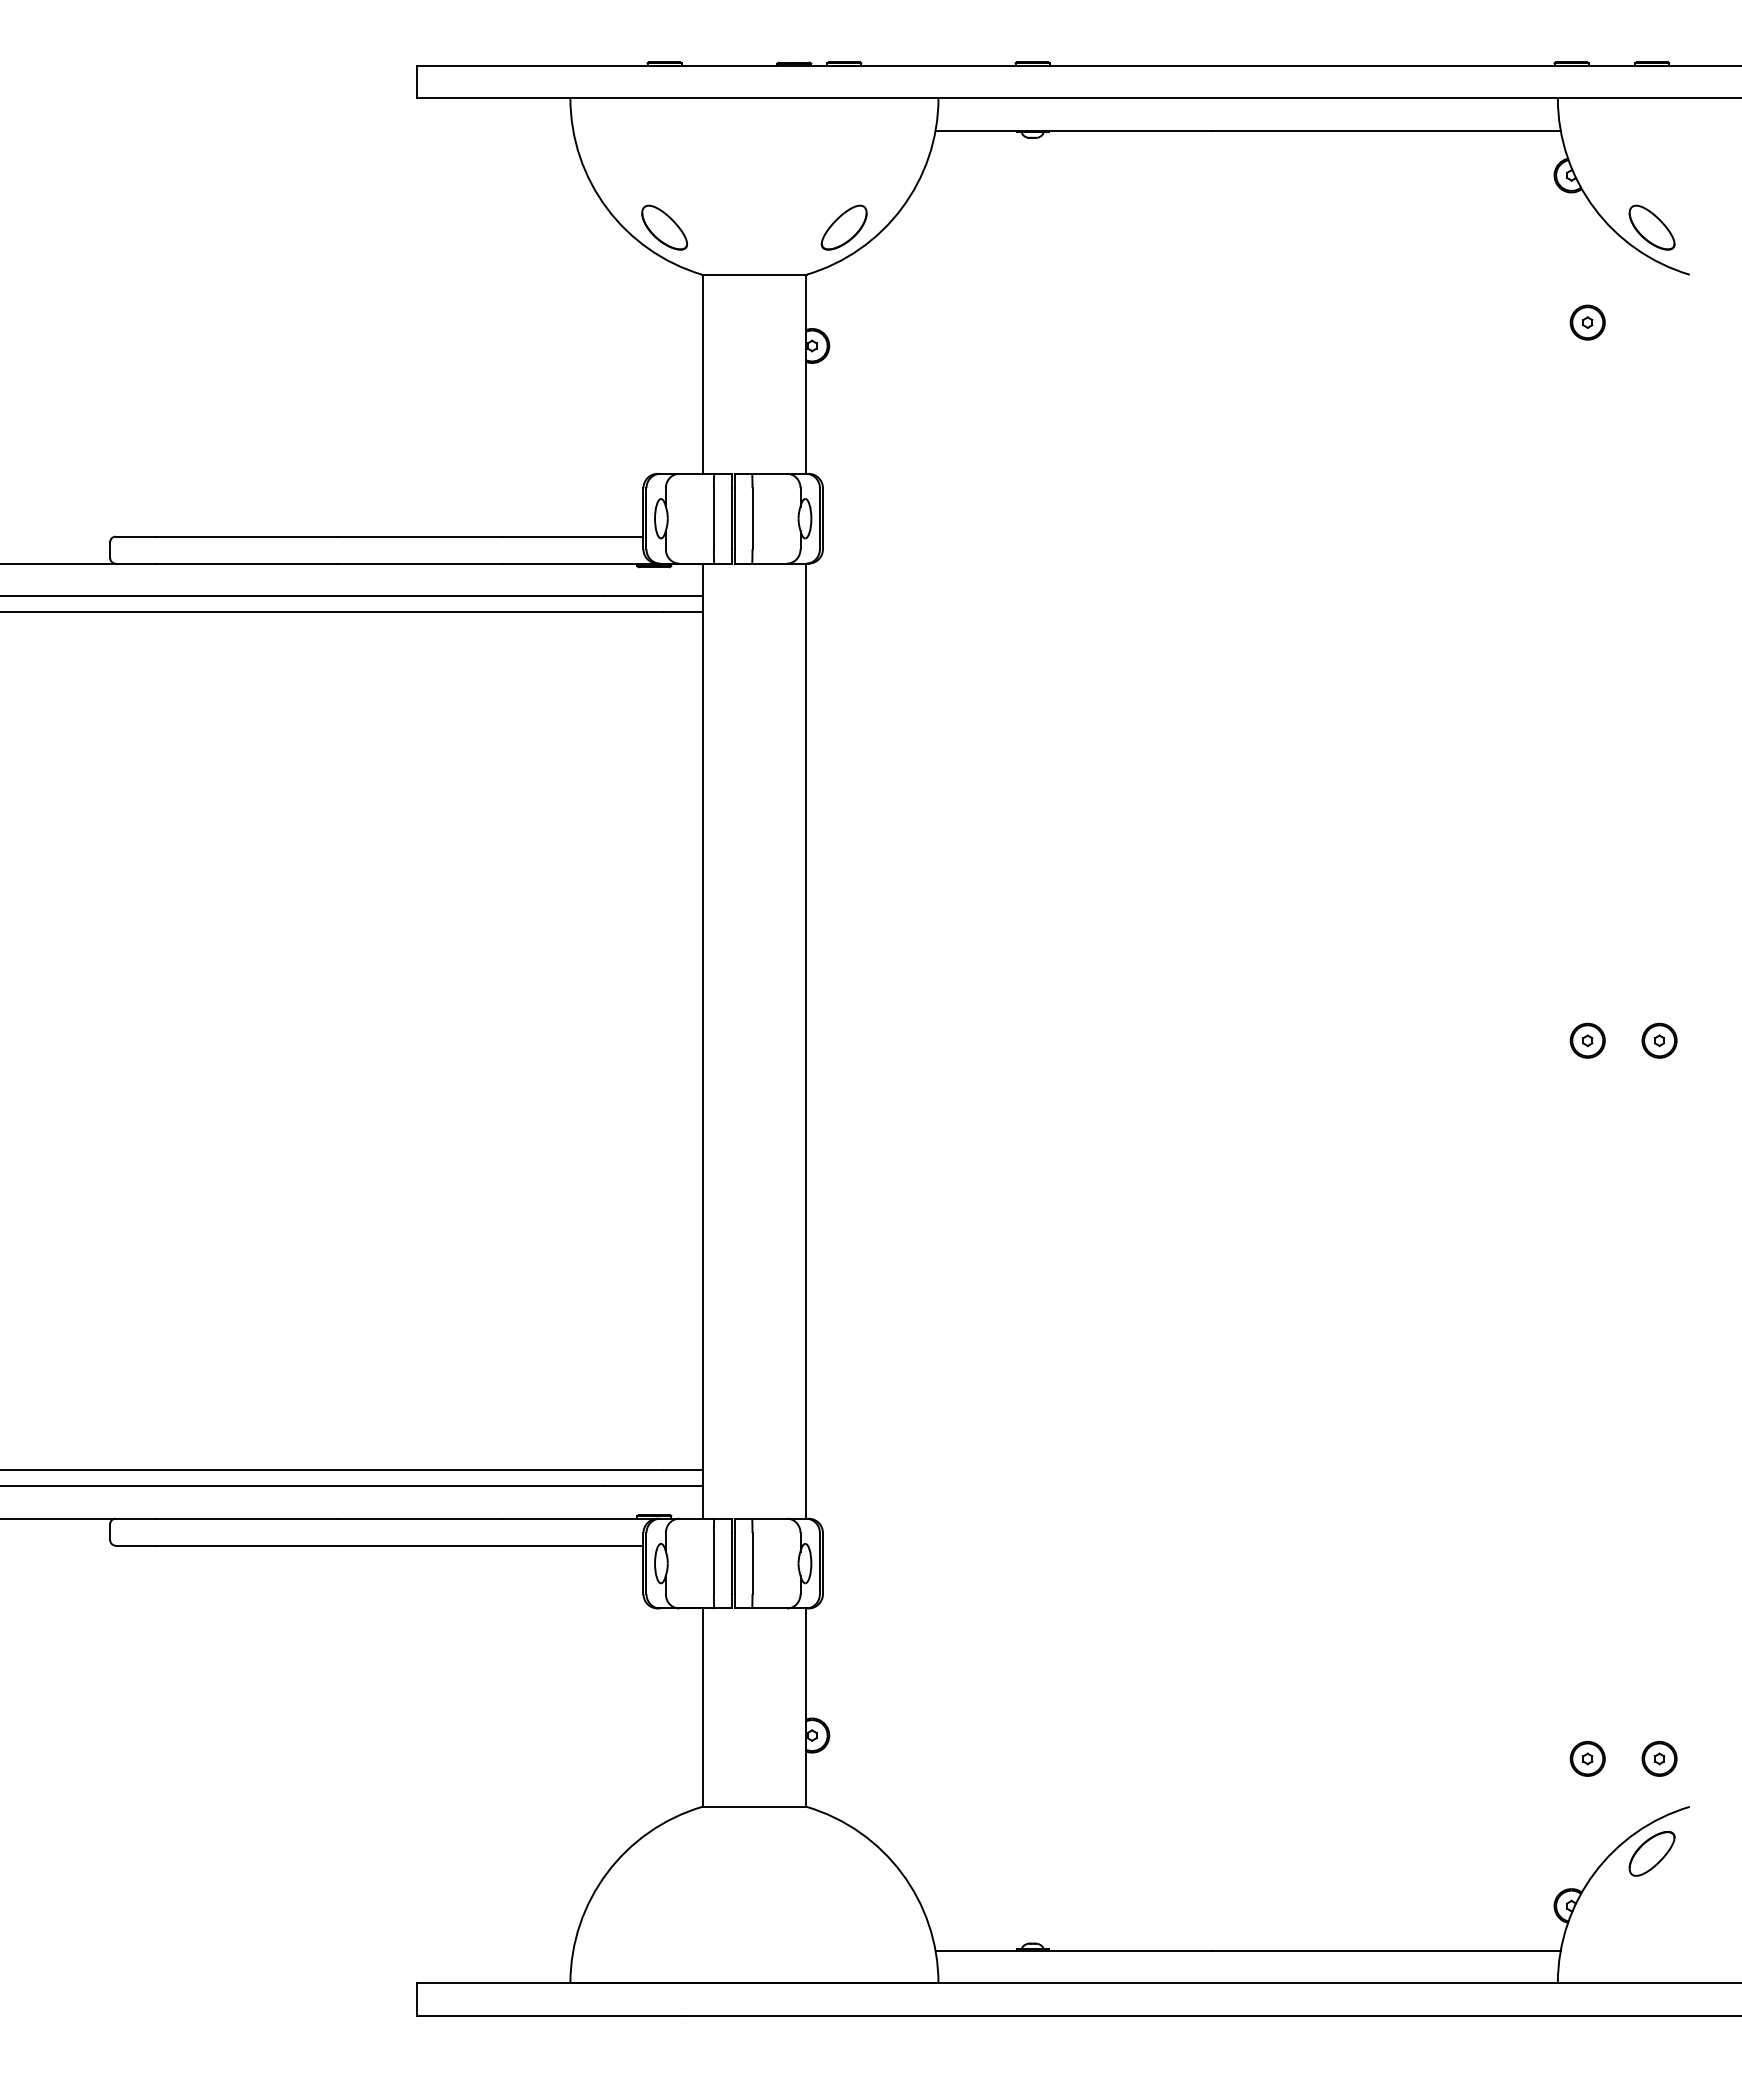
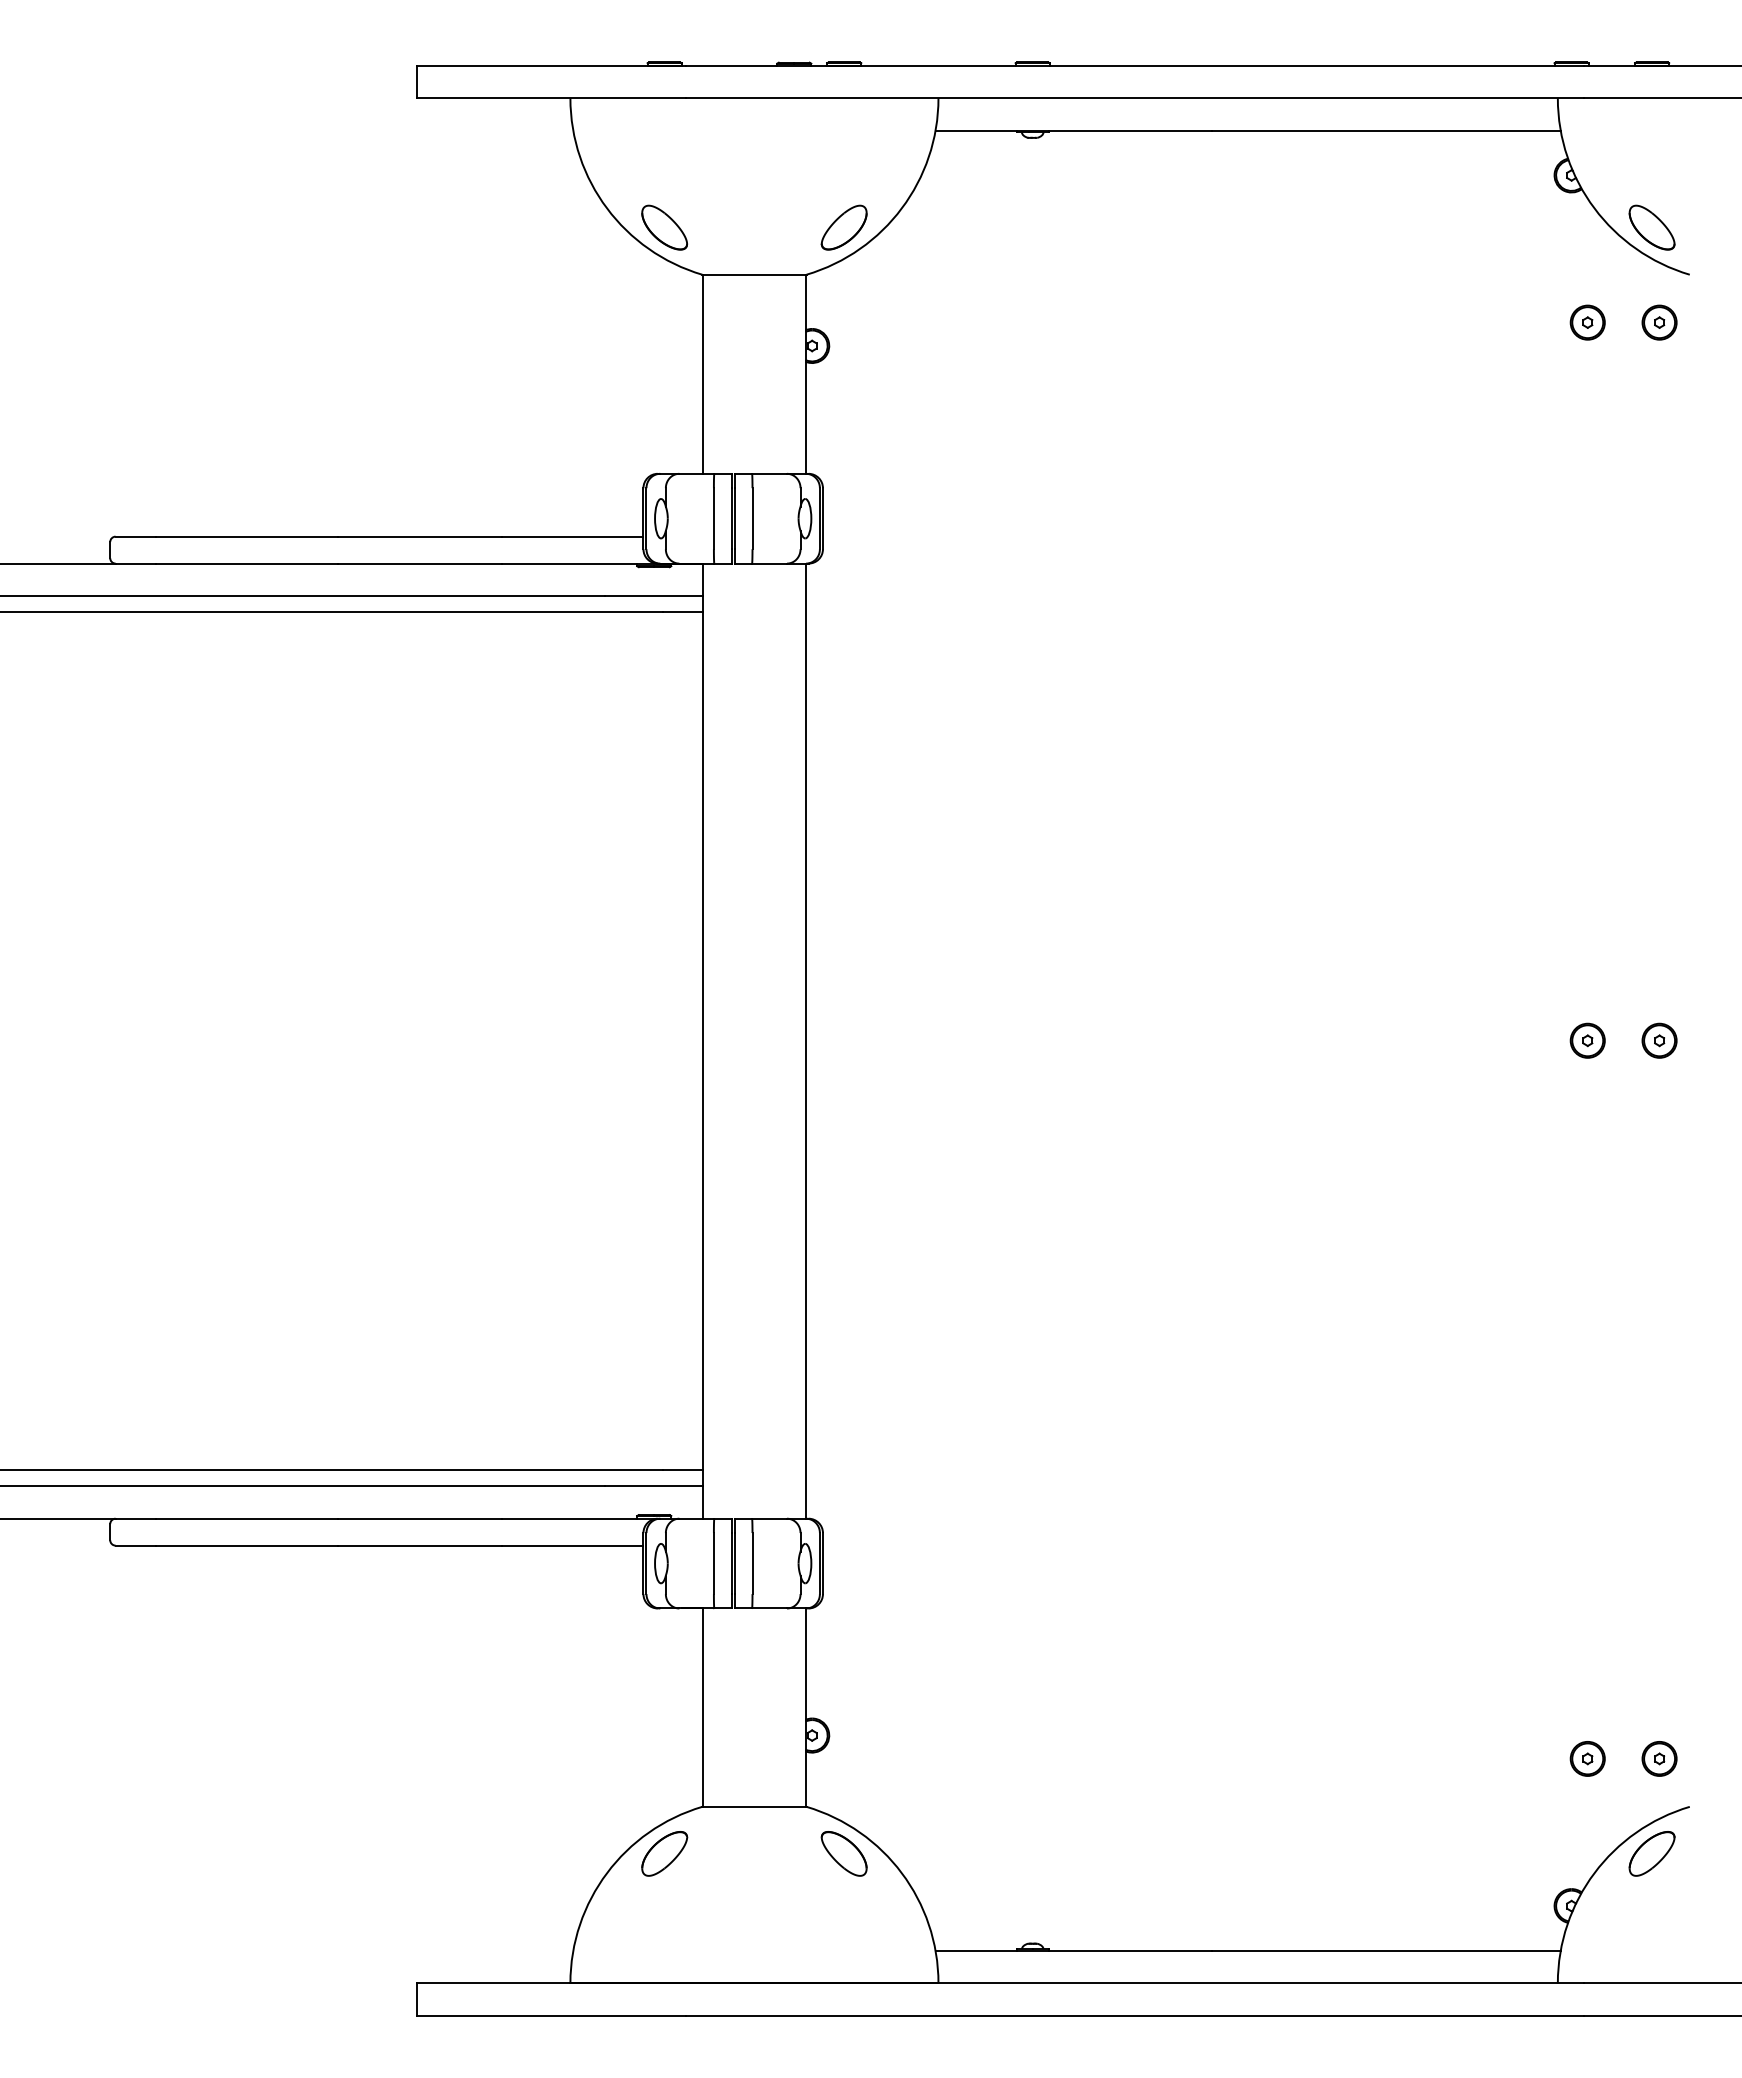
part at (1659, 322): none -> present
part at (664, 1853): none -> present
part at (843, 1853): none -> present
